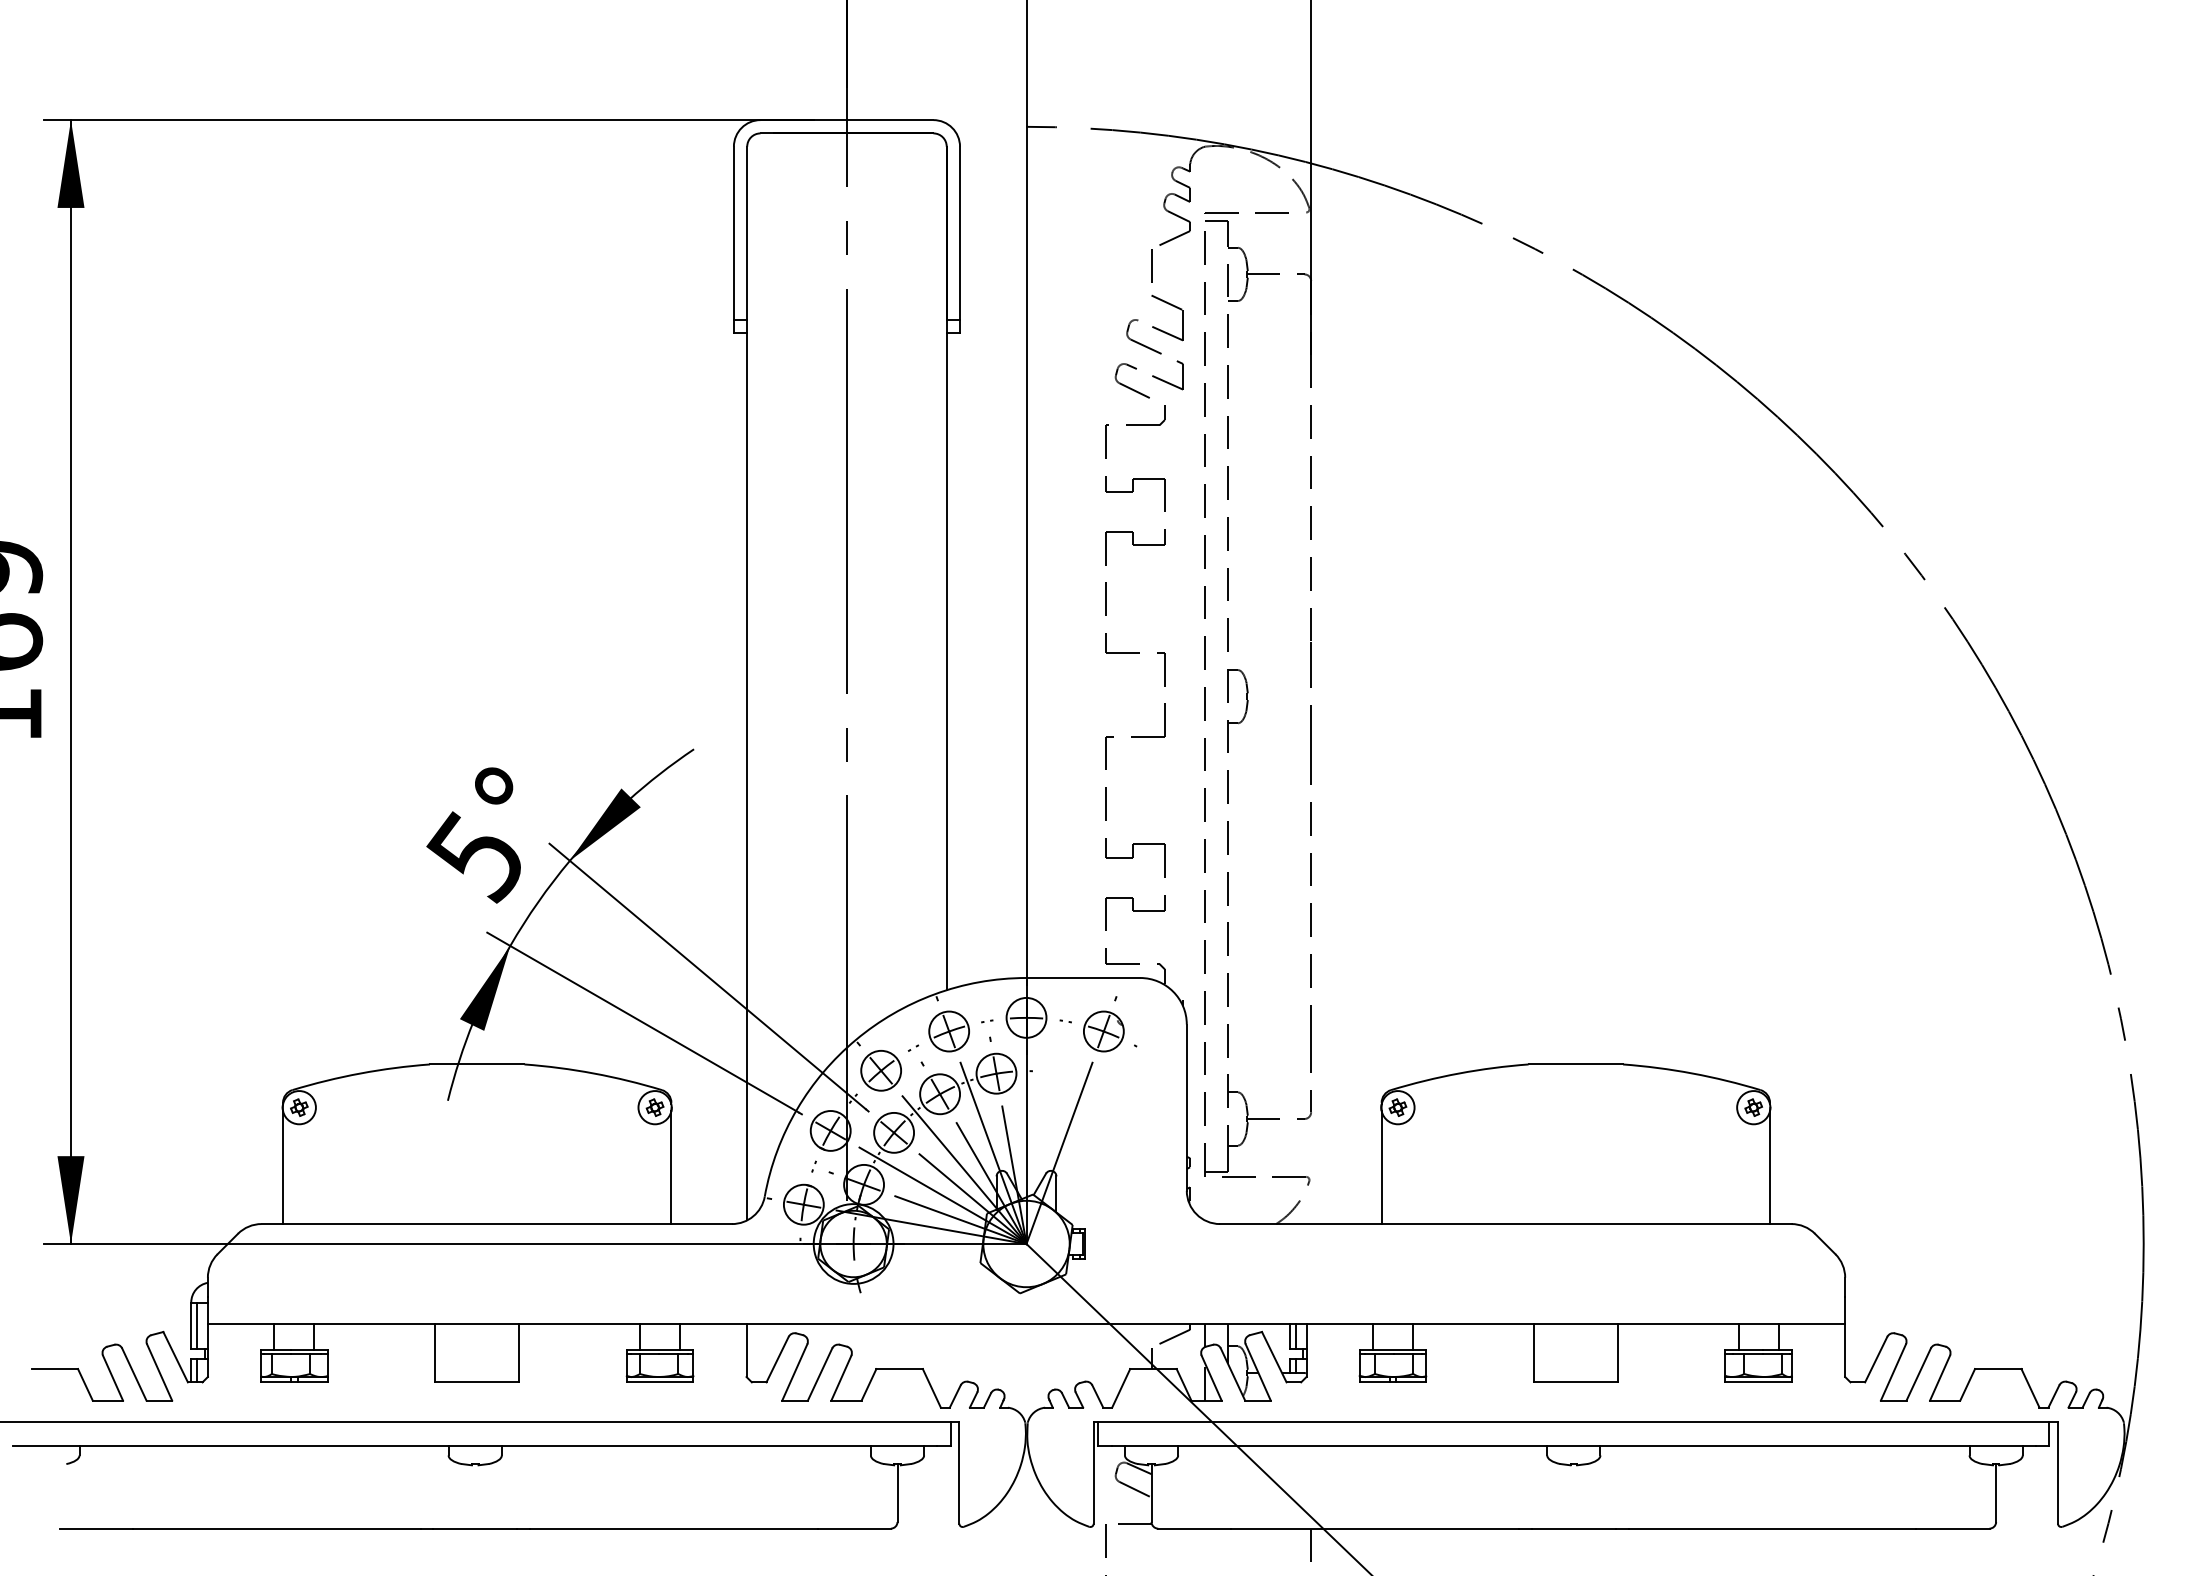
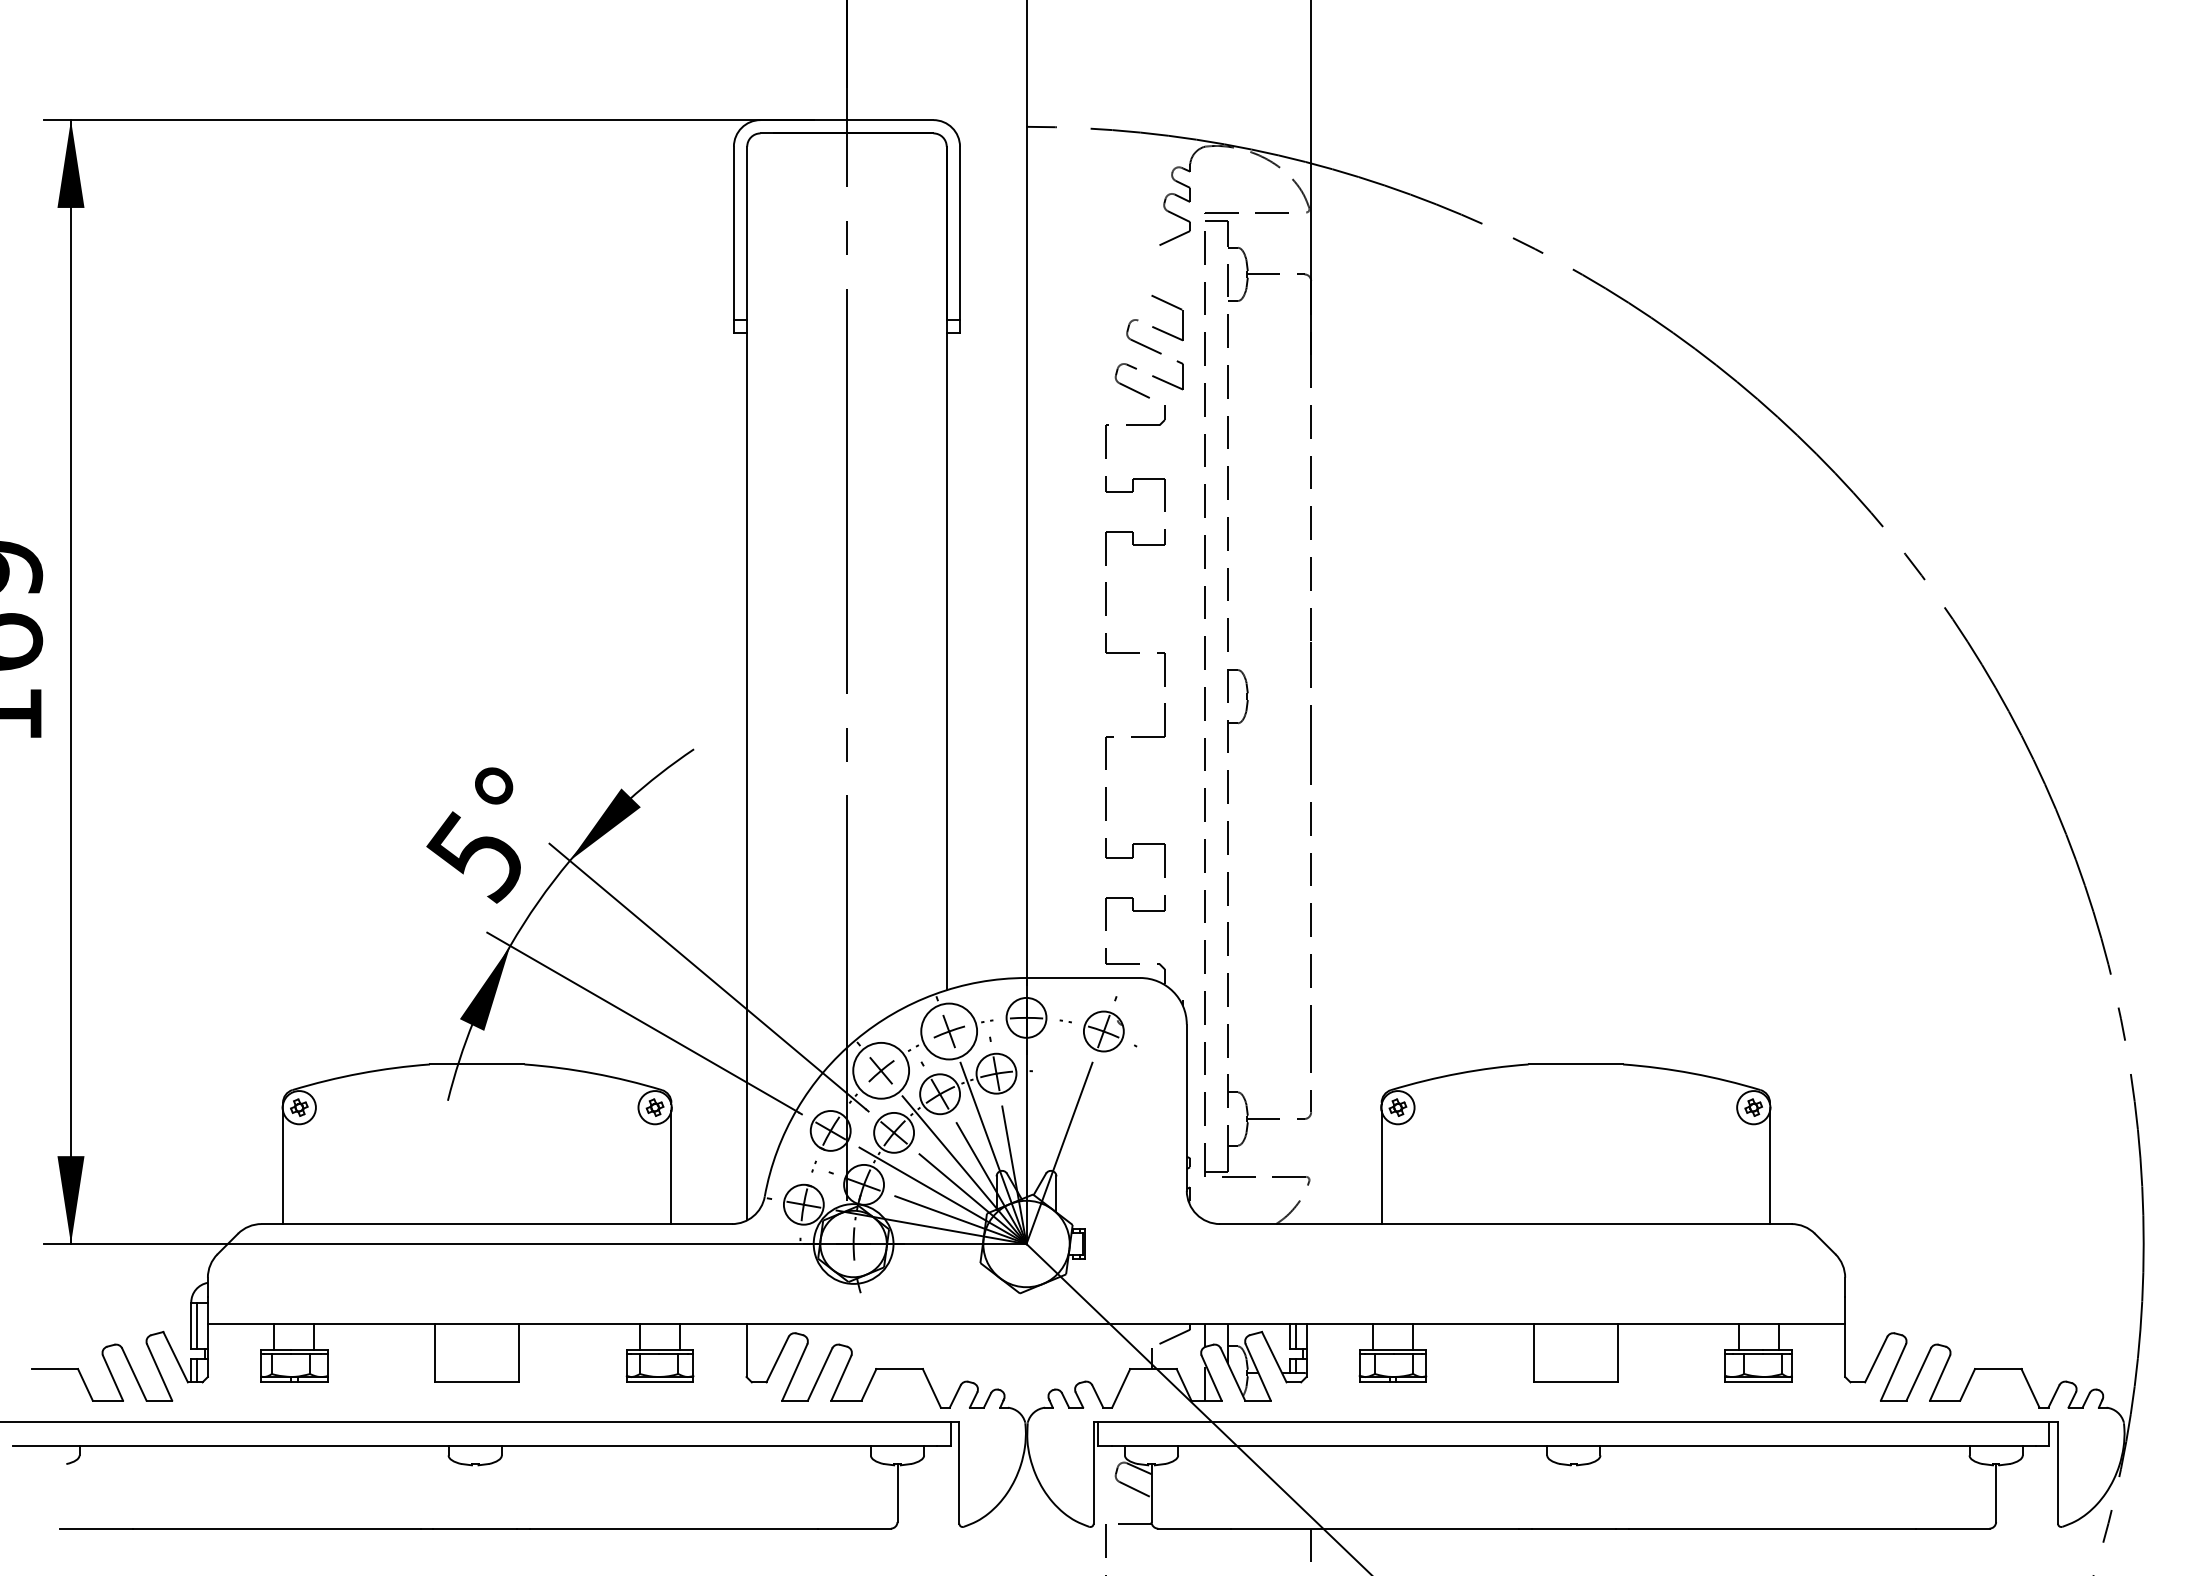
line at (1151, 265): present -> none
circle at (949, 1031) diameter: 40 px -> 56 px
circle at (881, 1070) diameter: 40 px -> 56 px
